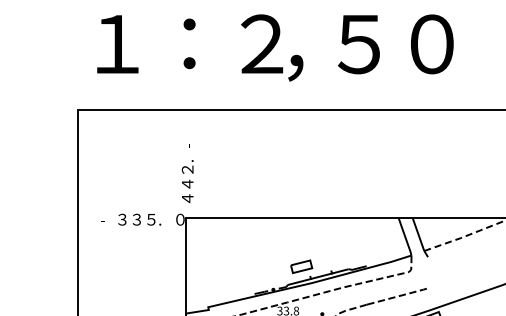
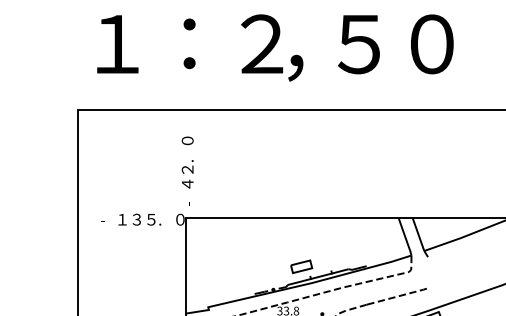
text at (187, 141): - -> ０
text at (187, 199): ４ -> -
text at (122, 219): ３ -> １
line at (465, 236): dashed -> solid
